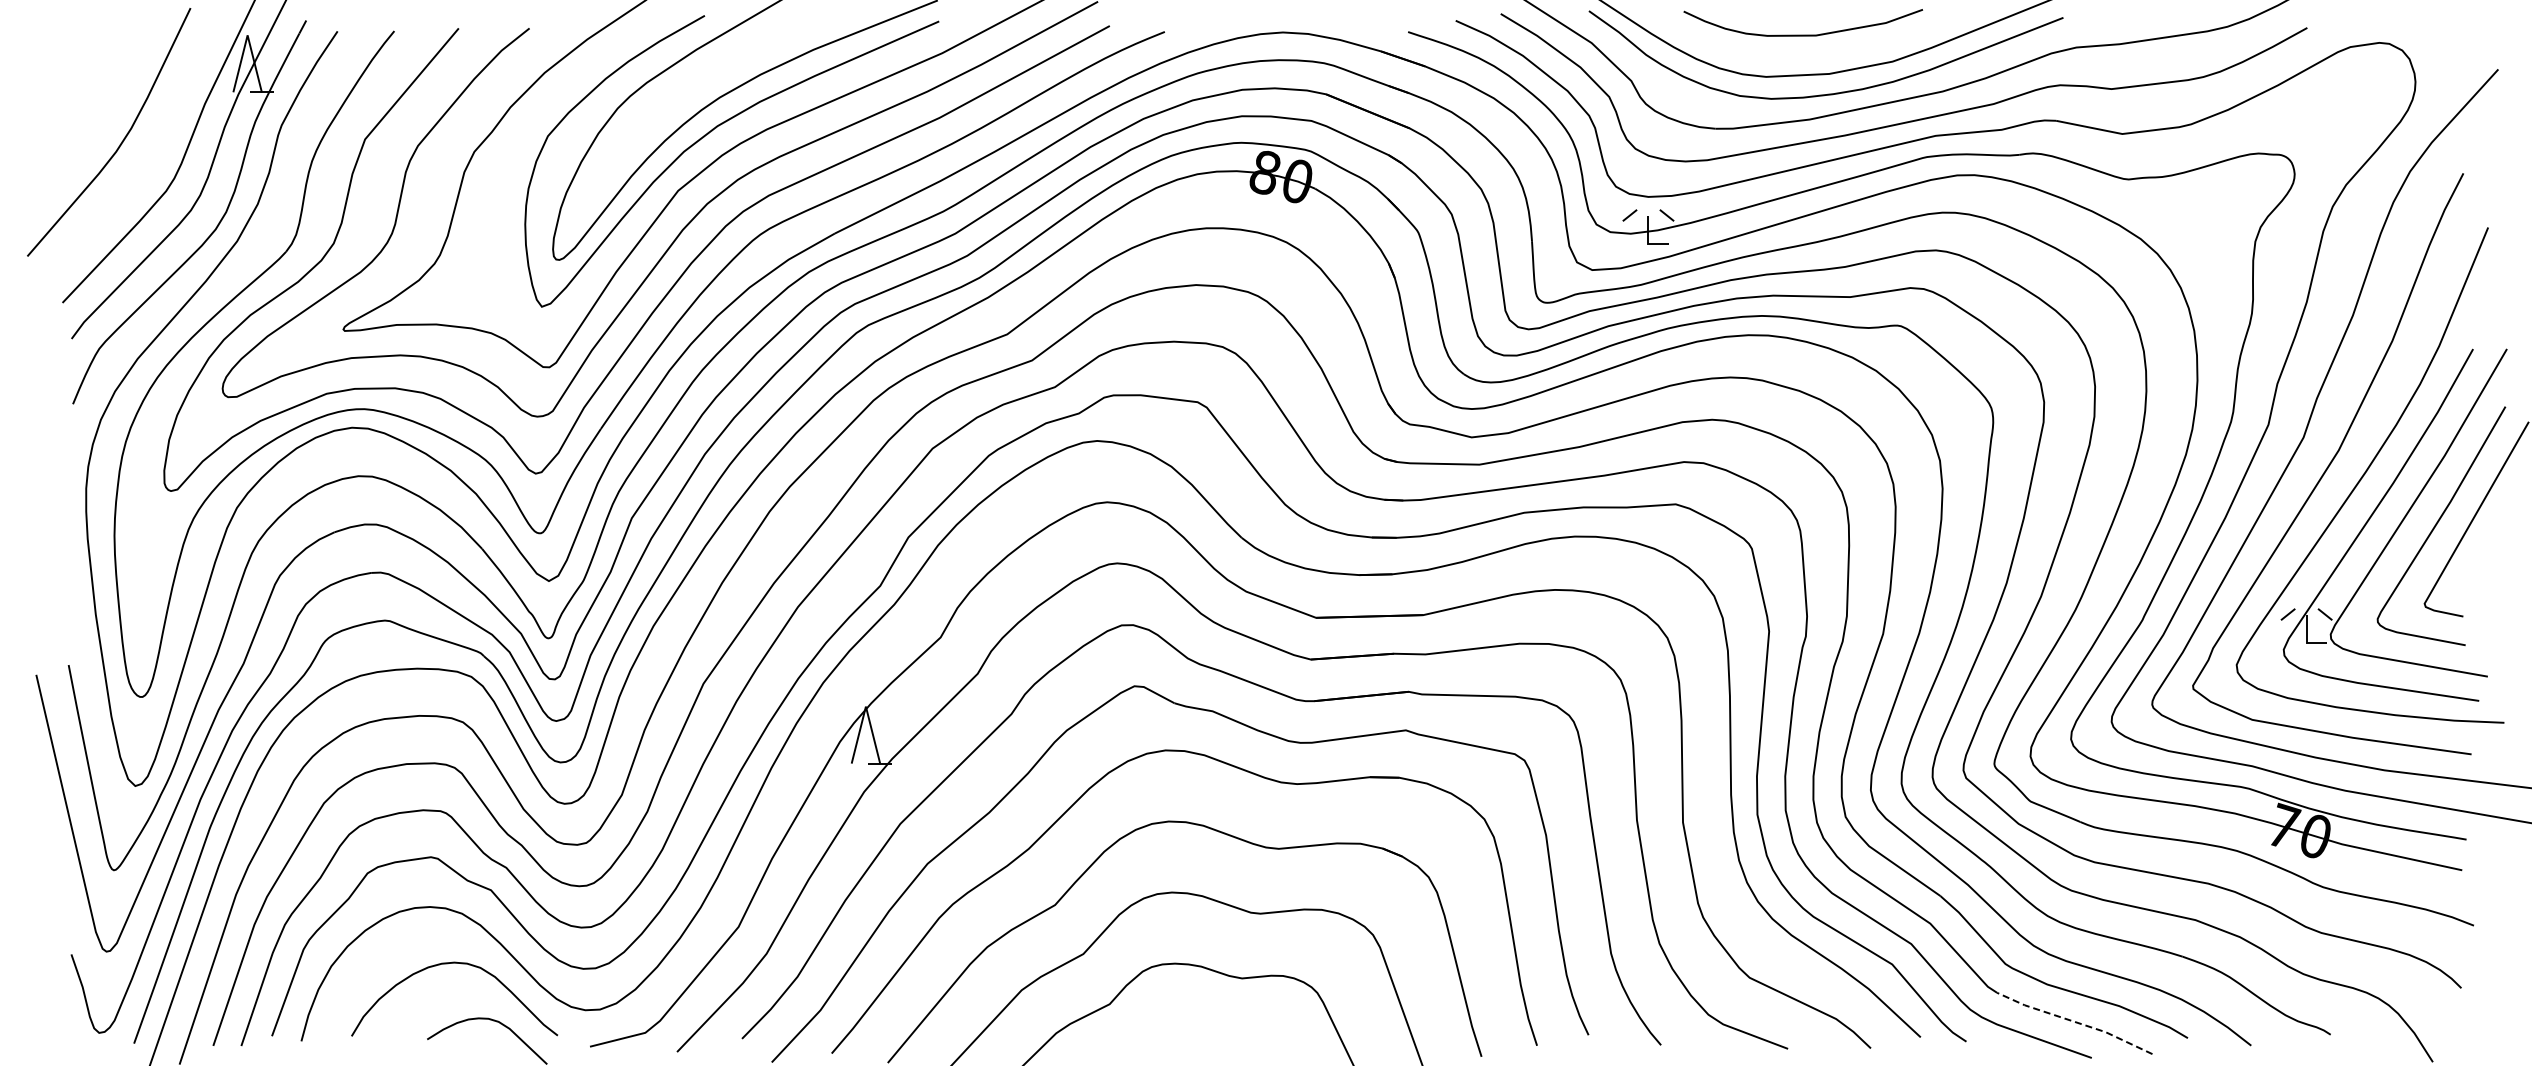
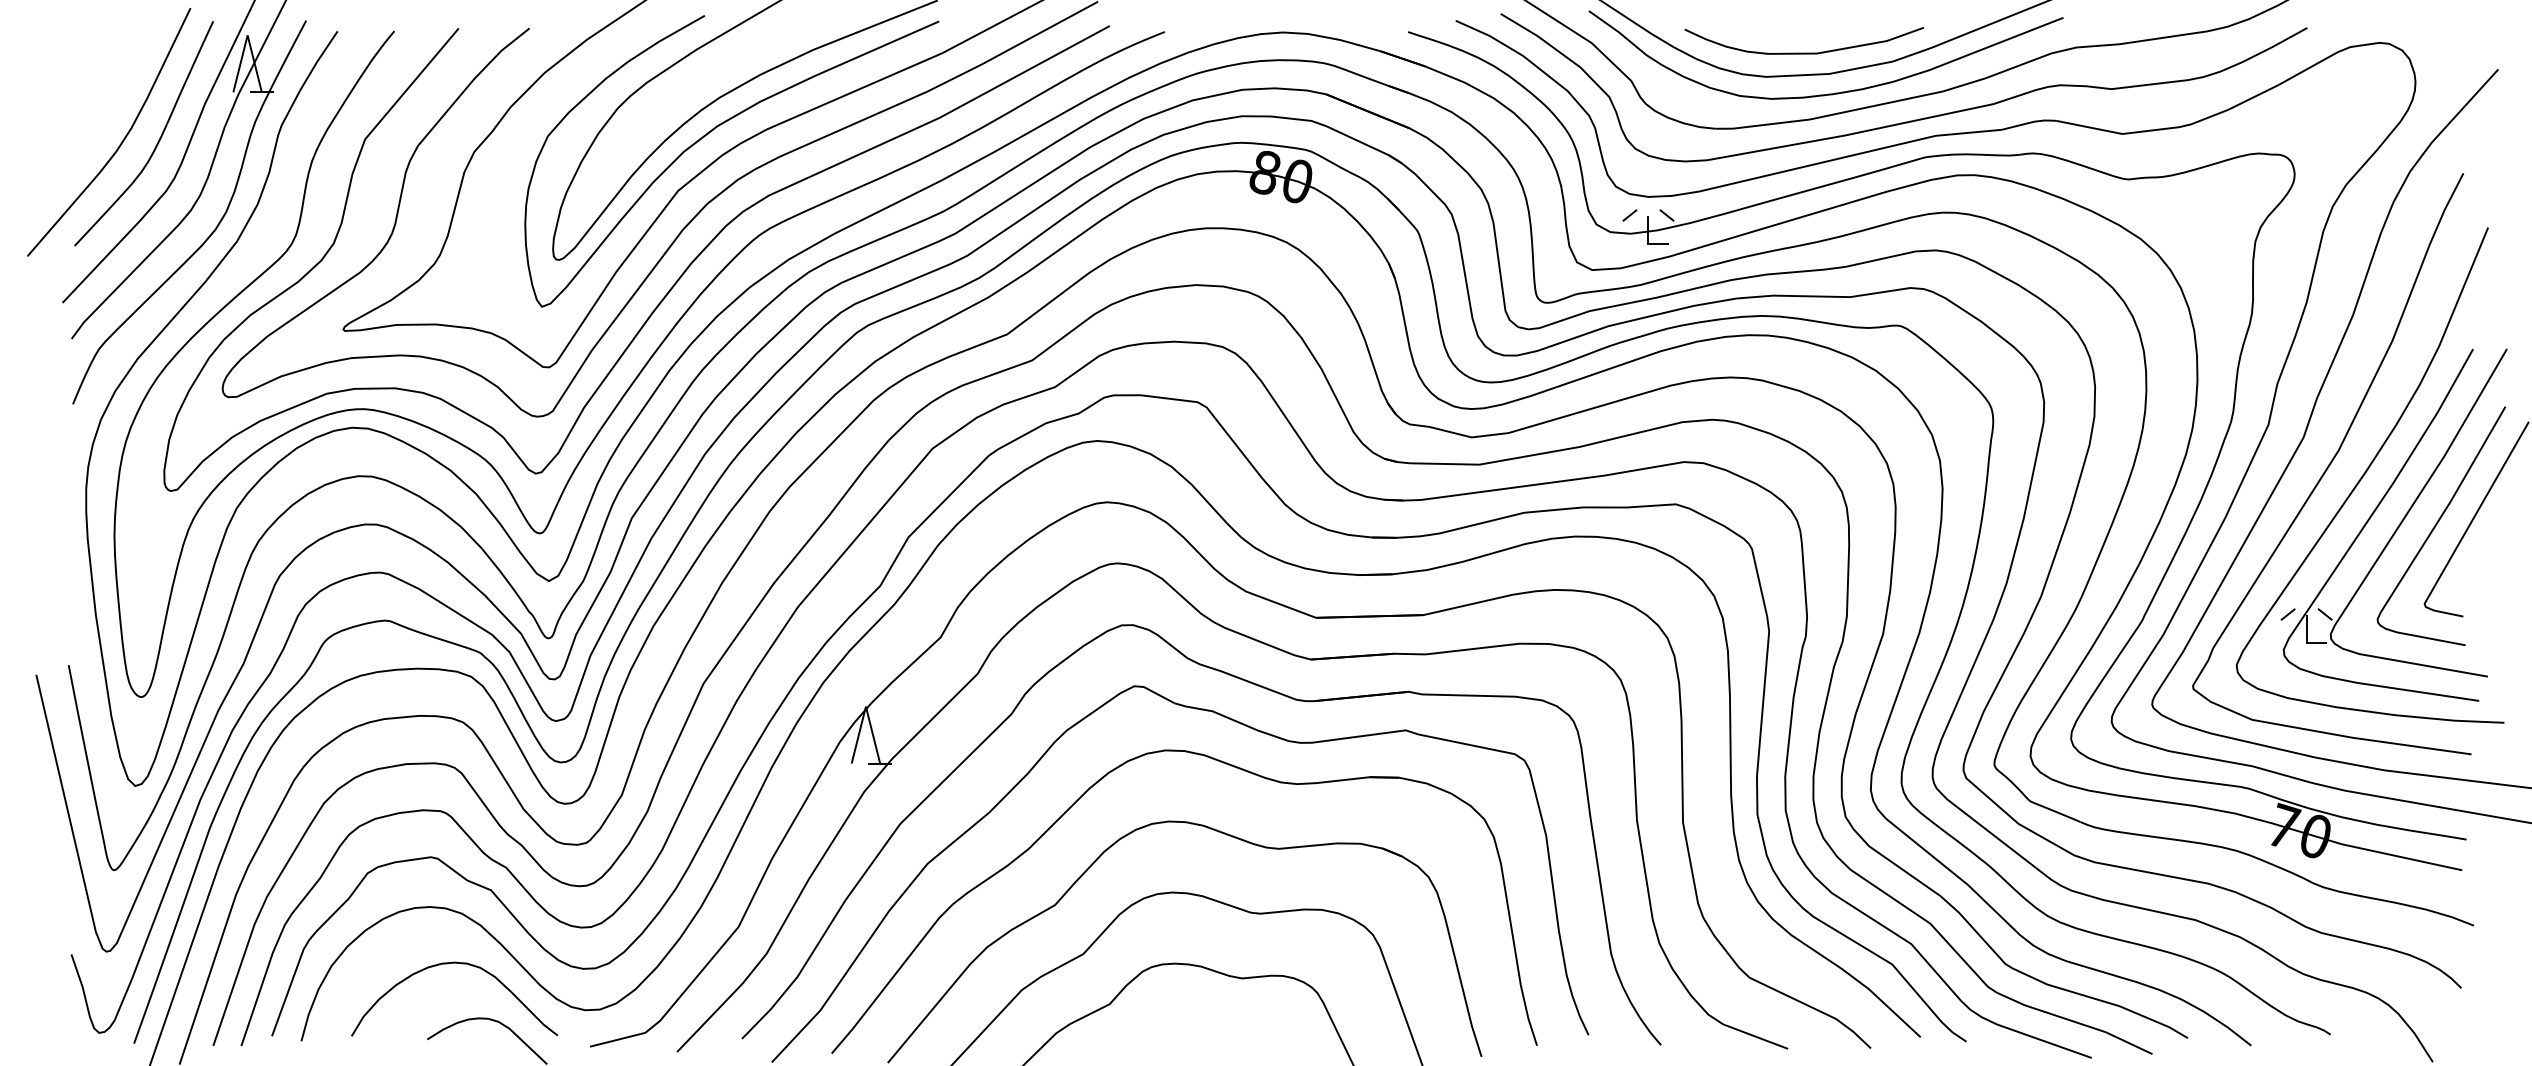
curve at (1803, 34) position: (1803, 34) -> (1804, 52)
part at (157, 141): none -> present
line at (2074, 1021): dashed -> solid
